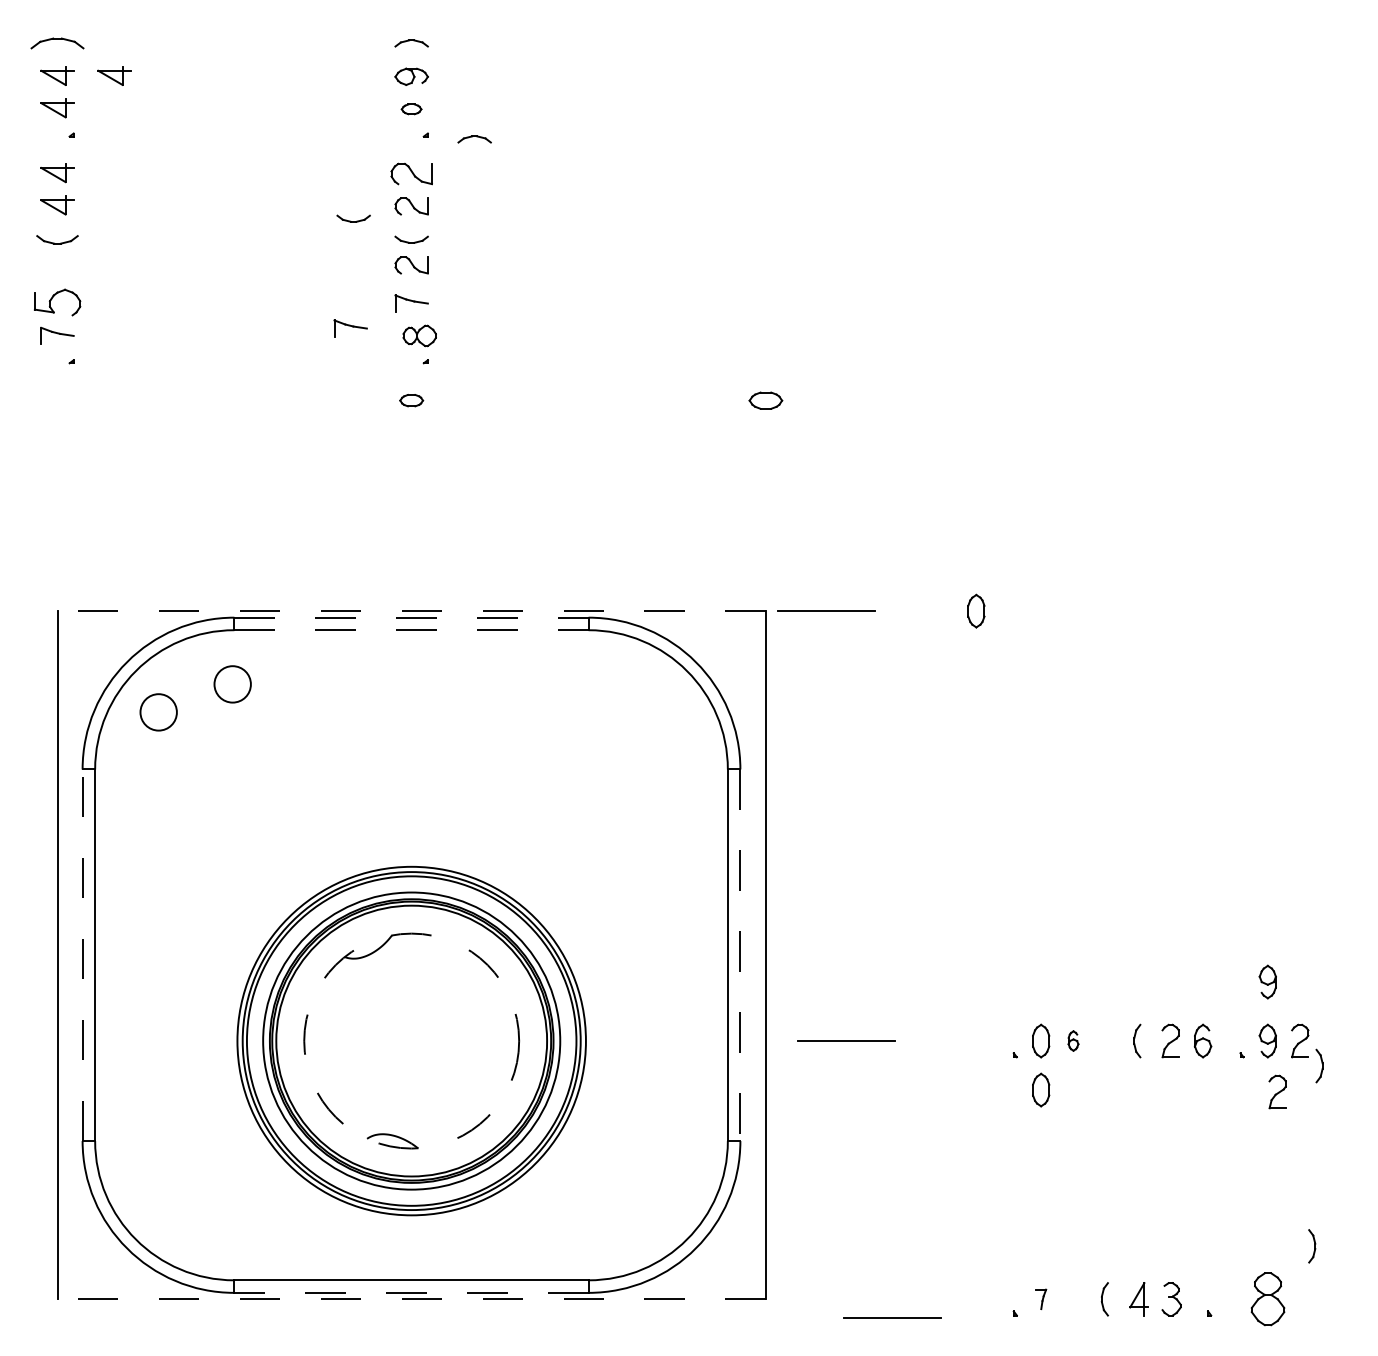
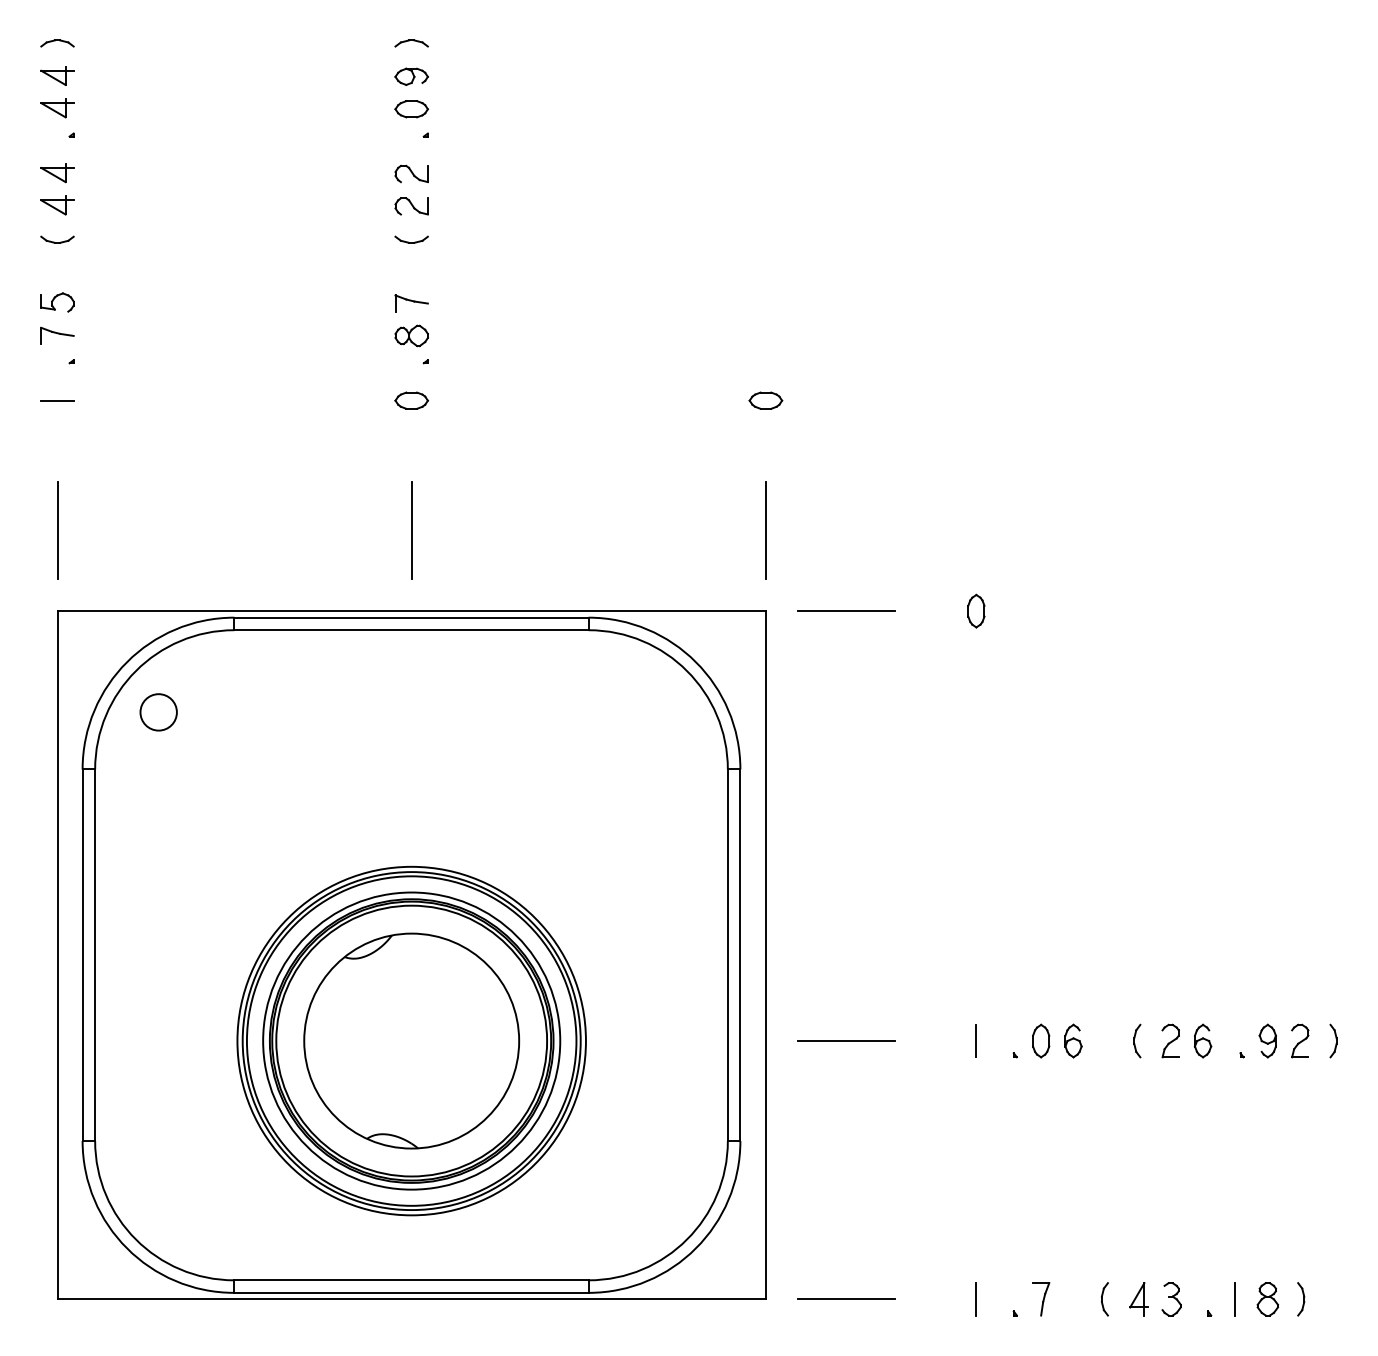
part at (57, 43) size: 55x13 px -> 35x9 px
part at (114, 75): present -> none
part at (411, 109) size: 23x13 px -> 35x19 px
part at (474, 139): present -> none
part at (411, 173) size: 43x24 px -> 35x20 px
part at (353, 218): present -> none
part at (57, 239) size: 43x10 px -> 35x9 px
part at (411, 265): present -> none
part at (57, 302) size: 48x29 px -> 35x21 px
part at (350, 328): present -> none
part at (419, 335) position: (419, 335) -> (411, 335)
line at (57, 400): none -> present
part at (411, 400) size: 26x14 px -> 35x19 px
line at (57, 529): none -> present
line at (411, 529): none -> present
line at (765, 529): none -> present
line at (826, 610) position: (826, 610) -> (846, 610)
line at (411, 611): dashed -> solid
line at (412, 617): dashed -> solid
line at (412, 630): dashed -> solid
circle at (232, 684): present -> none
line at (82, 955): dashed -> solid
line at (740, 955): dashed -> solid
part at (1267, 981): present -> none
circle at (411, 1040): dashed -> solid
line at (976, 1040): none -> present
part at (1073, 1040) size: 13x22 px -> 19x36 px
part at (1319, 1065) position: (1319, 1065) -> (1333, 1040)
part at (1041, 1089): present -> none
part at (1277, 1091): present -> none
part at (1312, 1246) position: (1312, 1246) -> (1301, 1299)
line at (411, 1292): dashed -> solid
line at (411, 1299): dashed -> solid
line at (976, 1299): none -> present
part at (1041, 1299) size: 13x23 px -> 19x35 px
line at (1235, 1299): none -> present
part at (1267, 1299) size: 36x55 px -> 23x35 px
line at (892, 1317) position: (892, 1317) -> (846, 1298)
